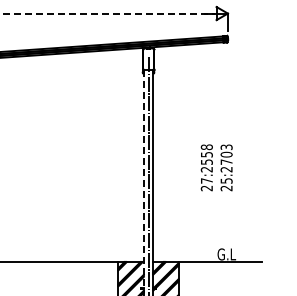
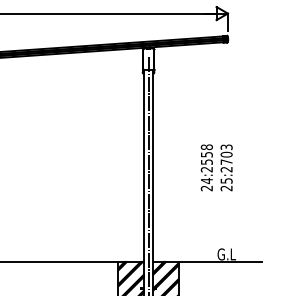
line at (107, 13): dashed -> solid
text at (206, 181): 27:2558 -> 24:2558
line at (143, 182): dashed -> solid
